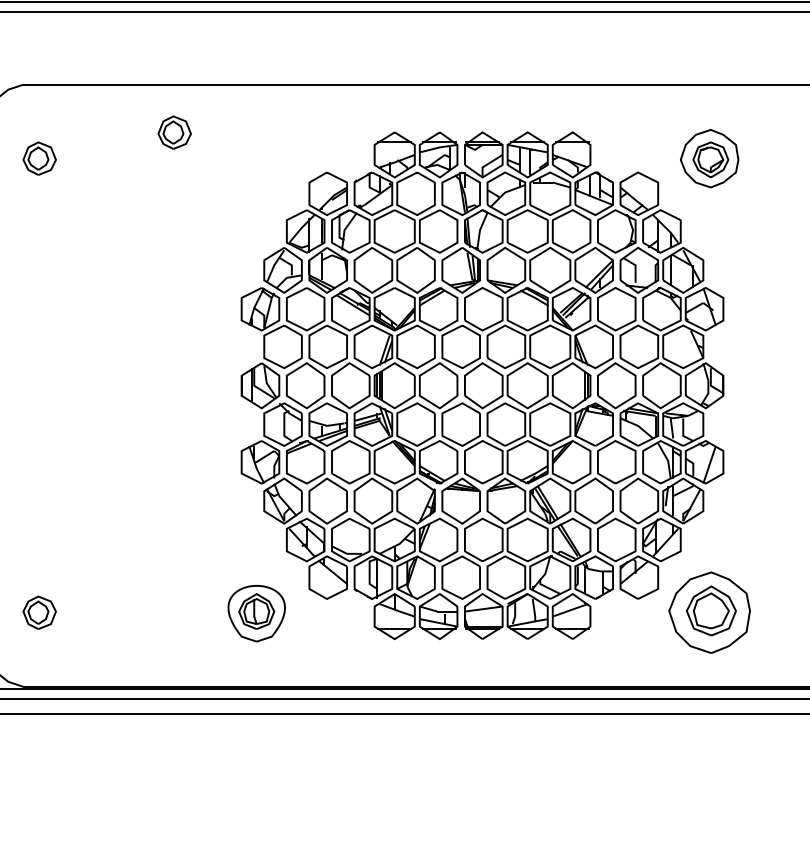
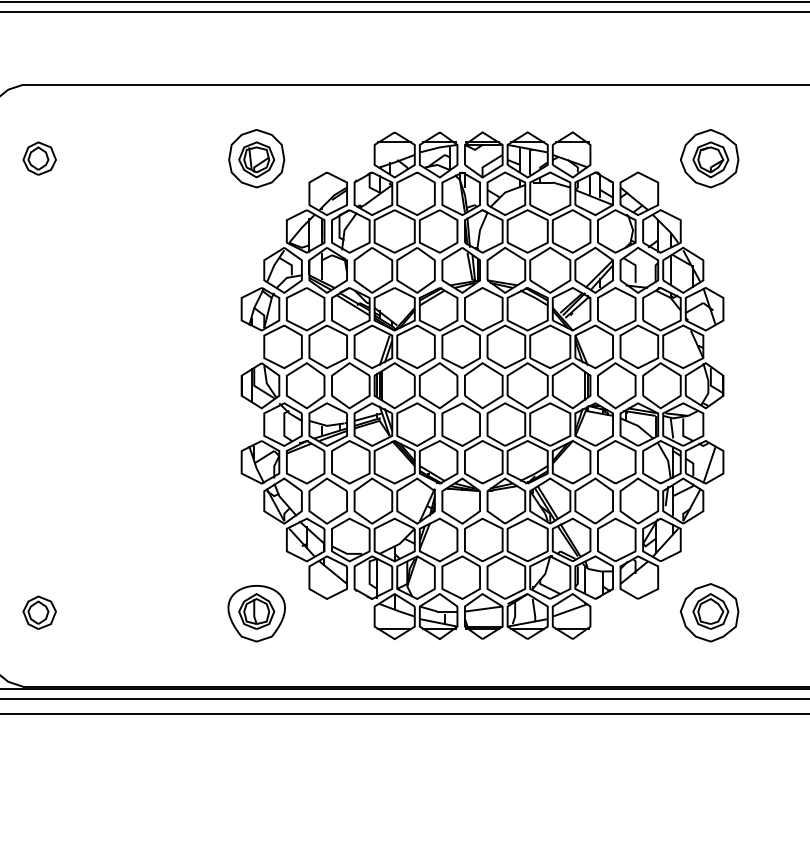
part at (174, 132): present -> none
part at (256, 158): none -> present
part at (709, 612) size: 83x83 px -> 61x60 px
